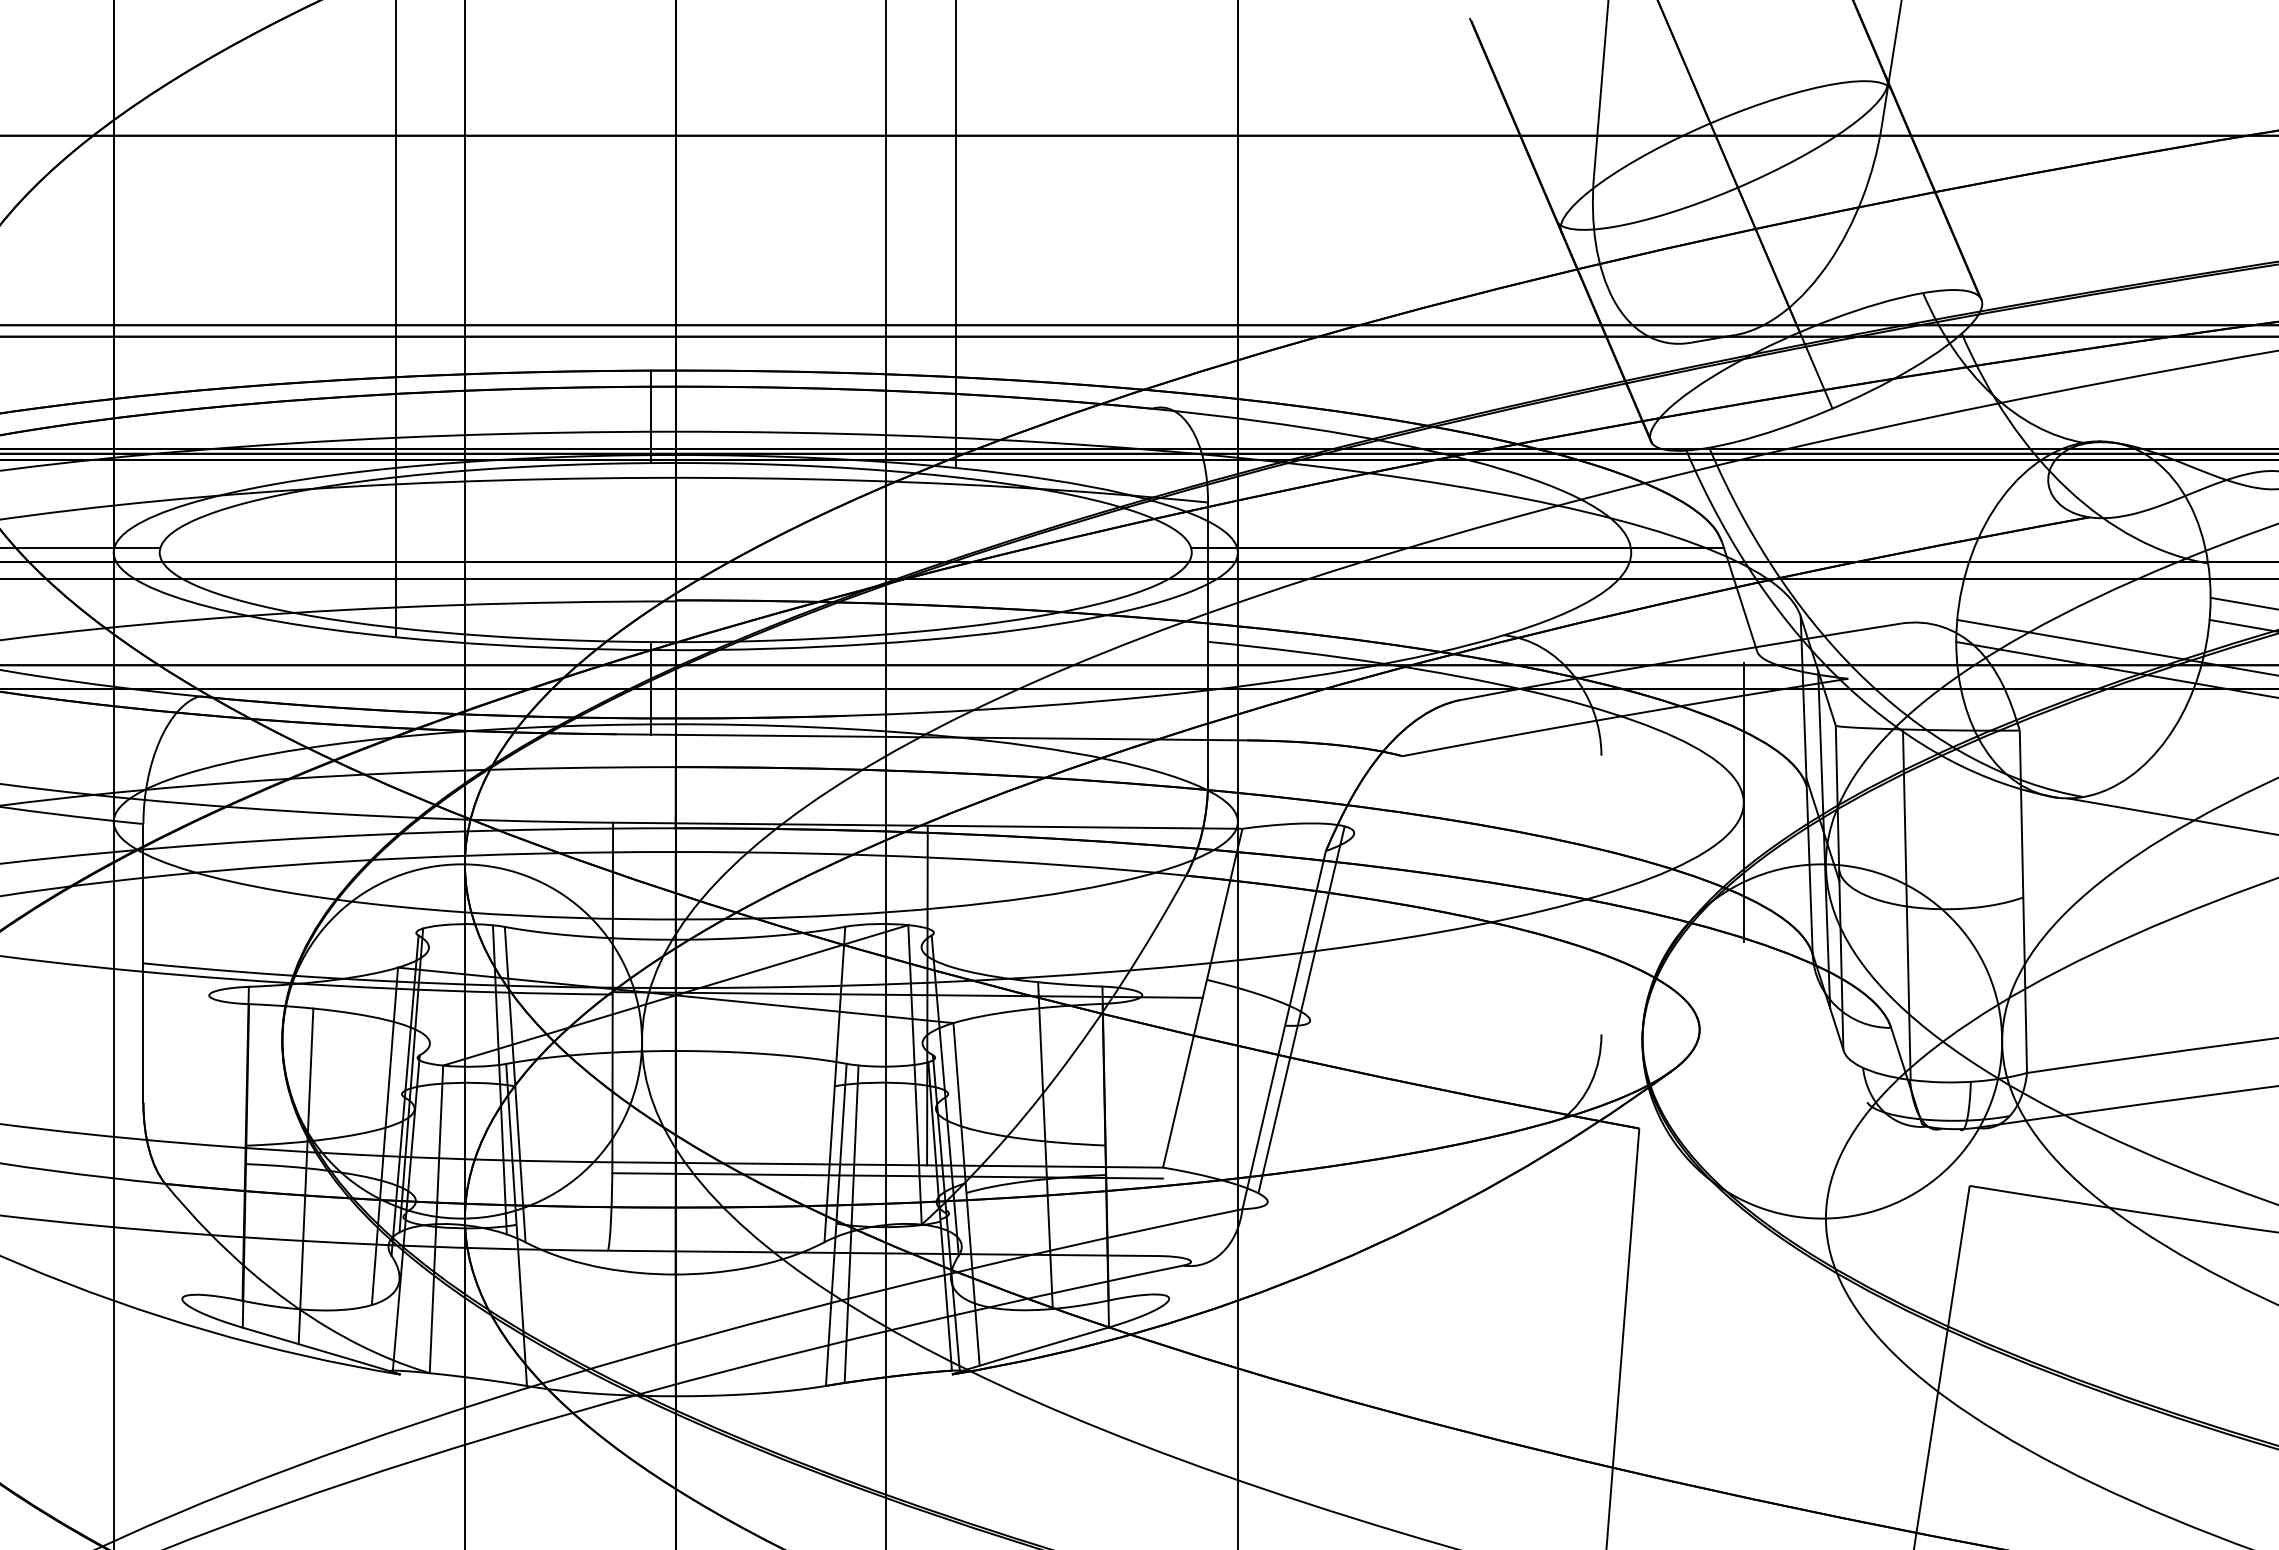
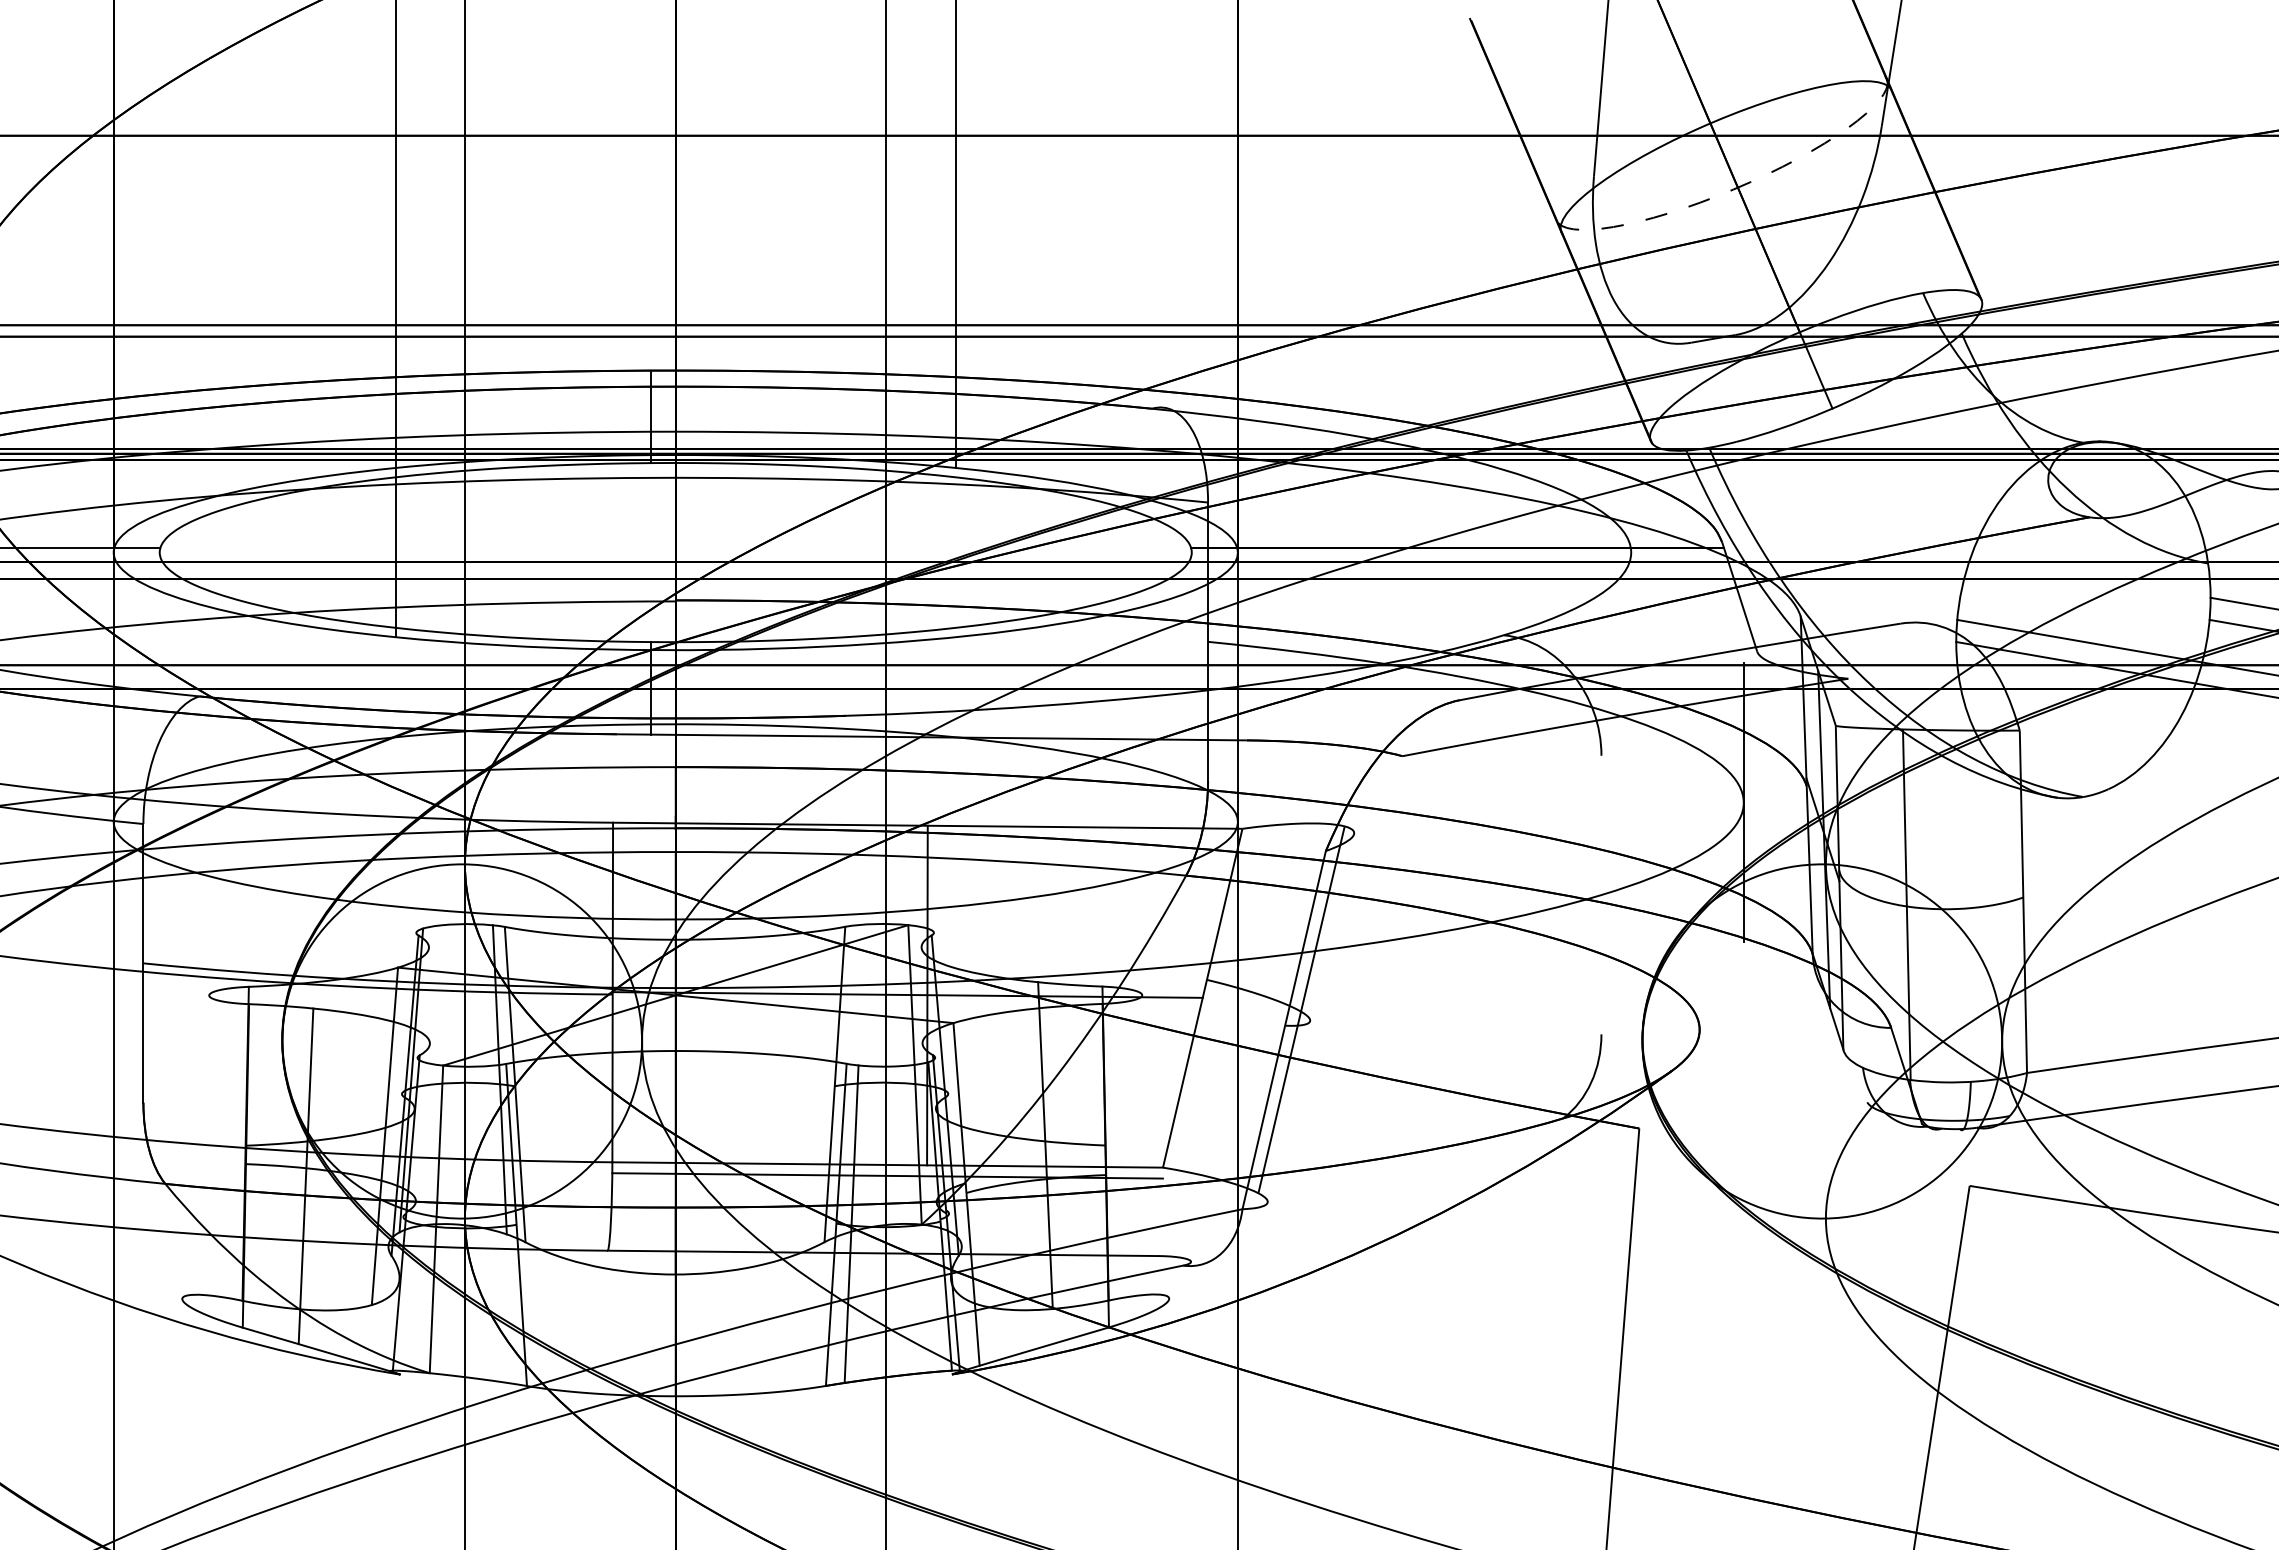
arc at (1743, 185): solid -> dashed
line at (2171, 816): present -> none
